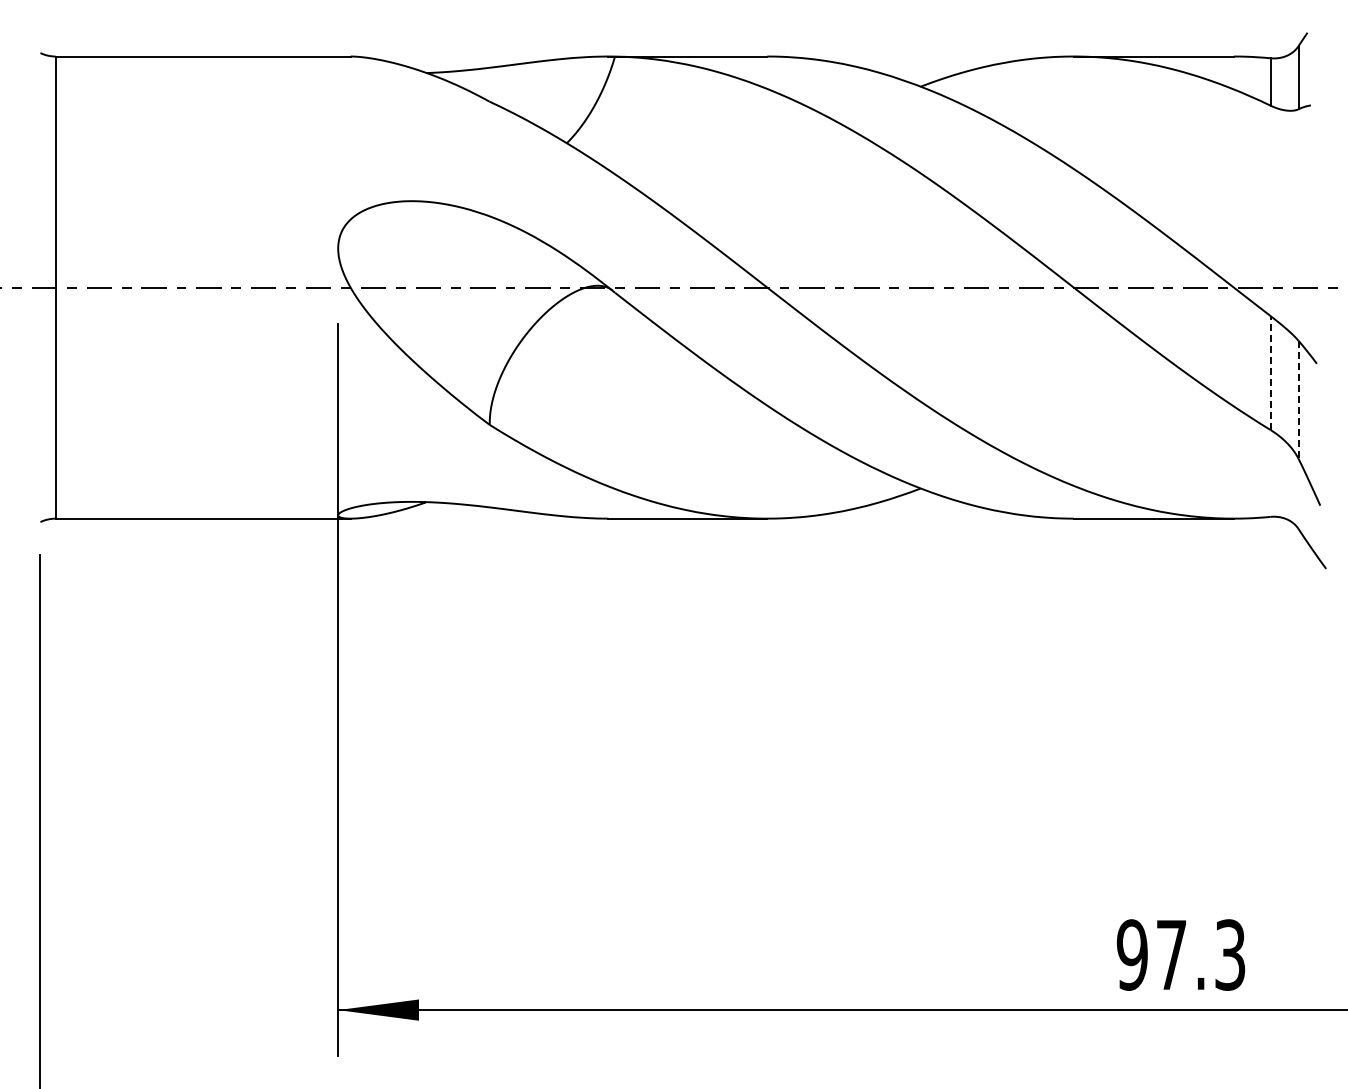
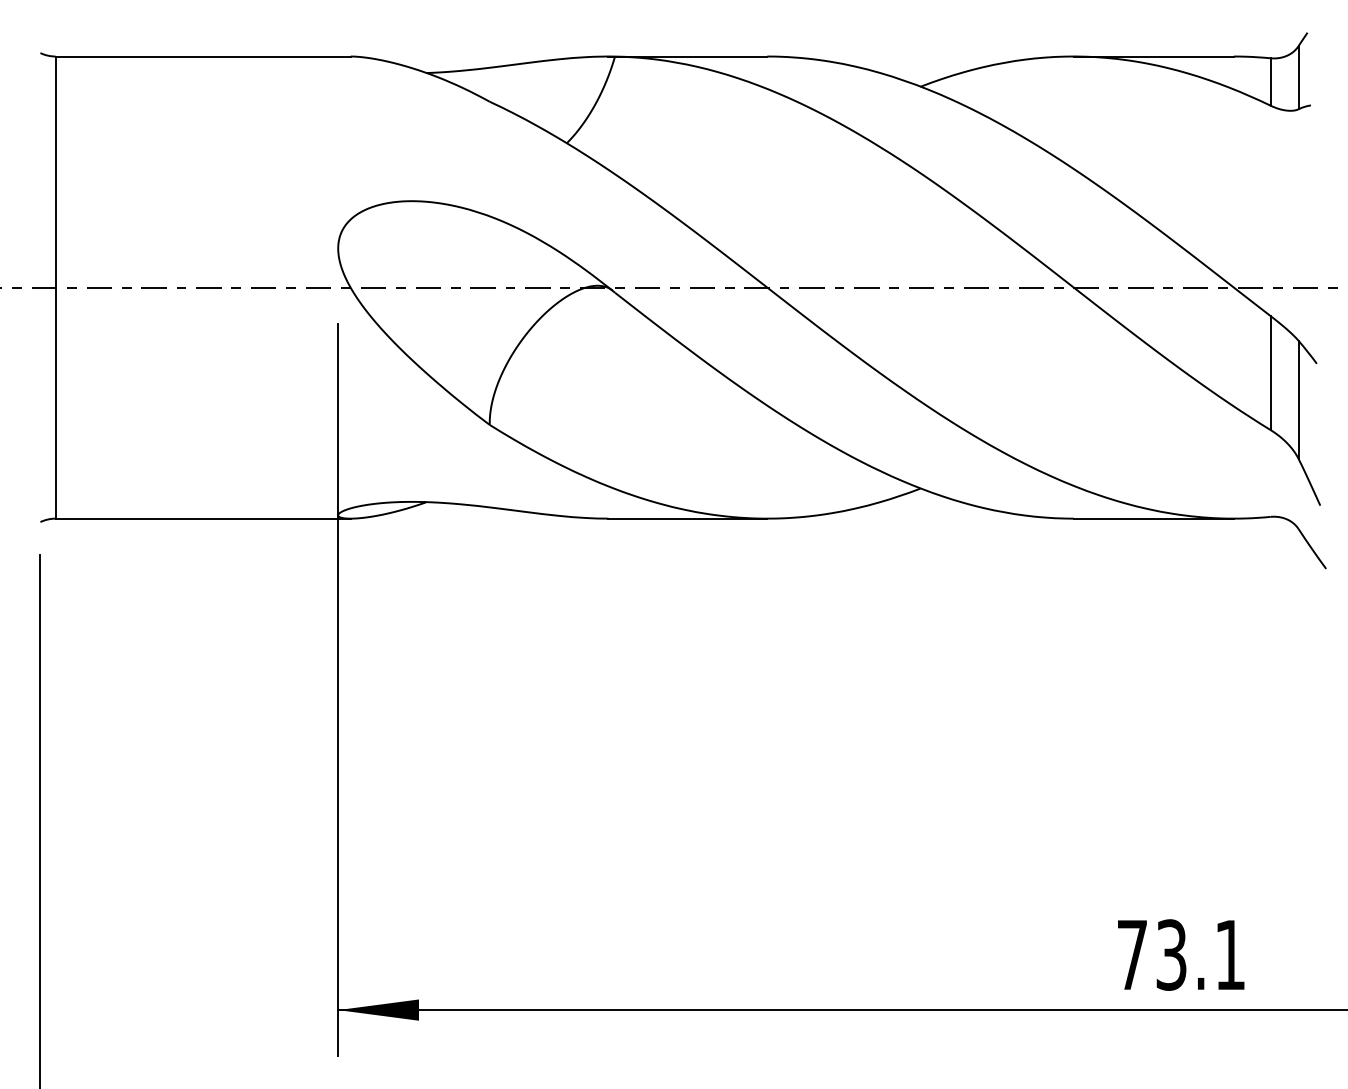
line at (1270, 373): dashed -> solid
line at (1298, 400): dashed -> solid
text at (1180, 954): 97.3 -> 73.1
